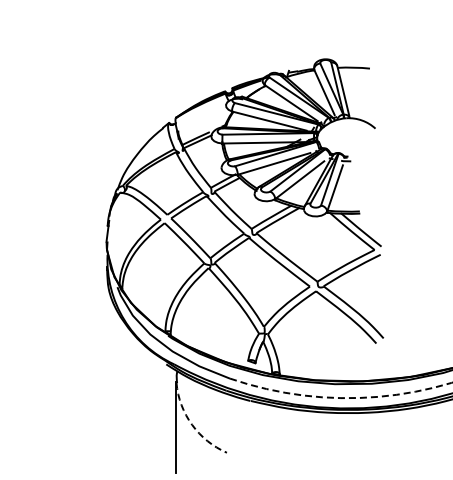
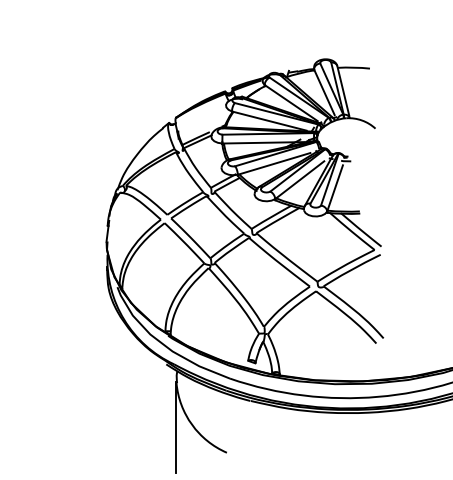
arc at (340, 398): dashed -> solid
arc at (192, 424): dashed -> solid
